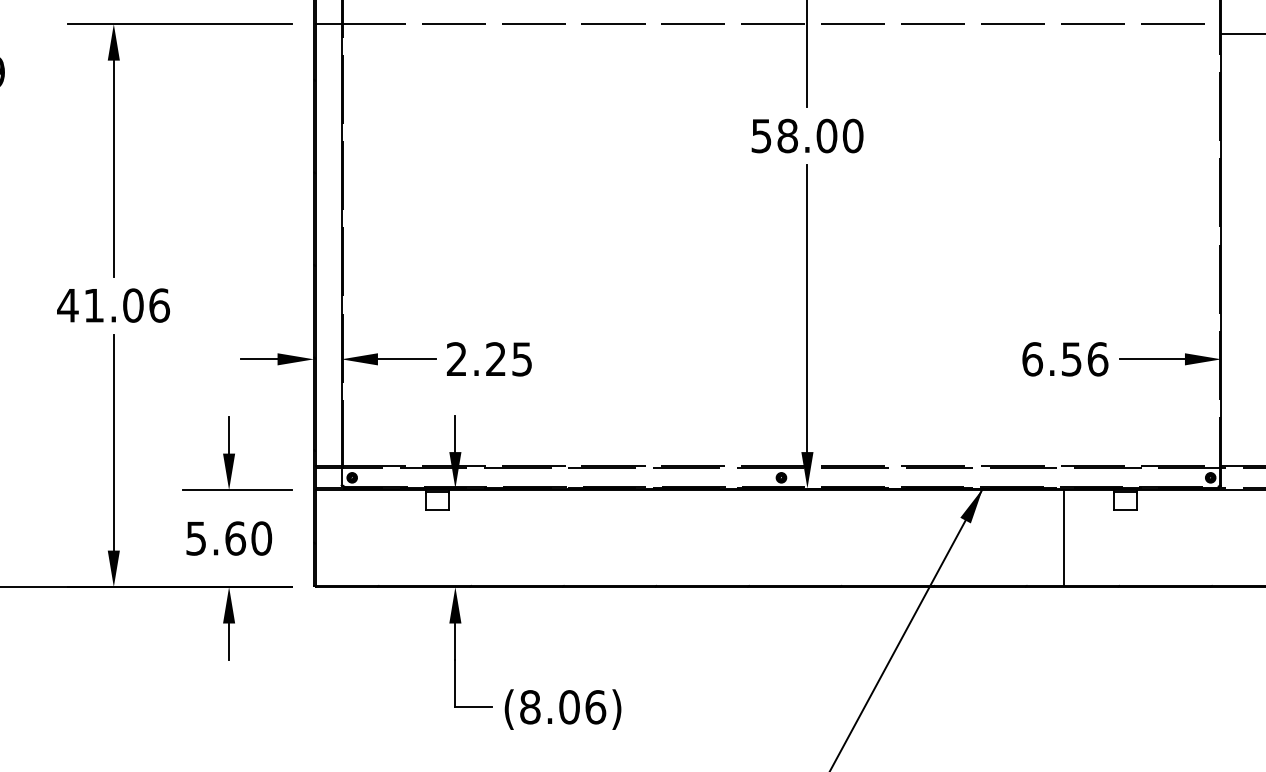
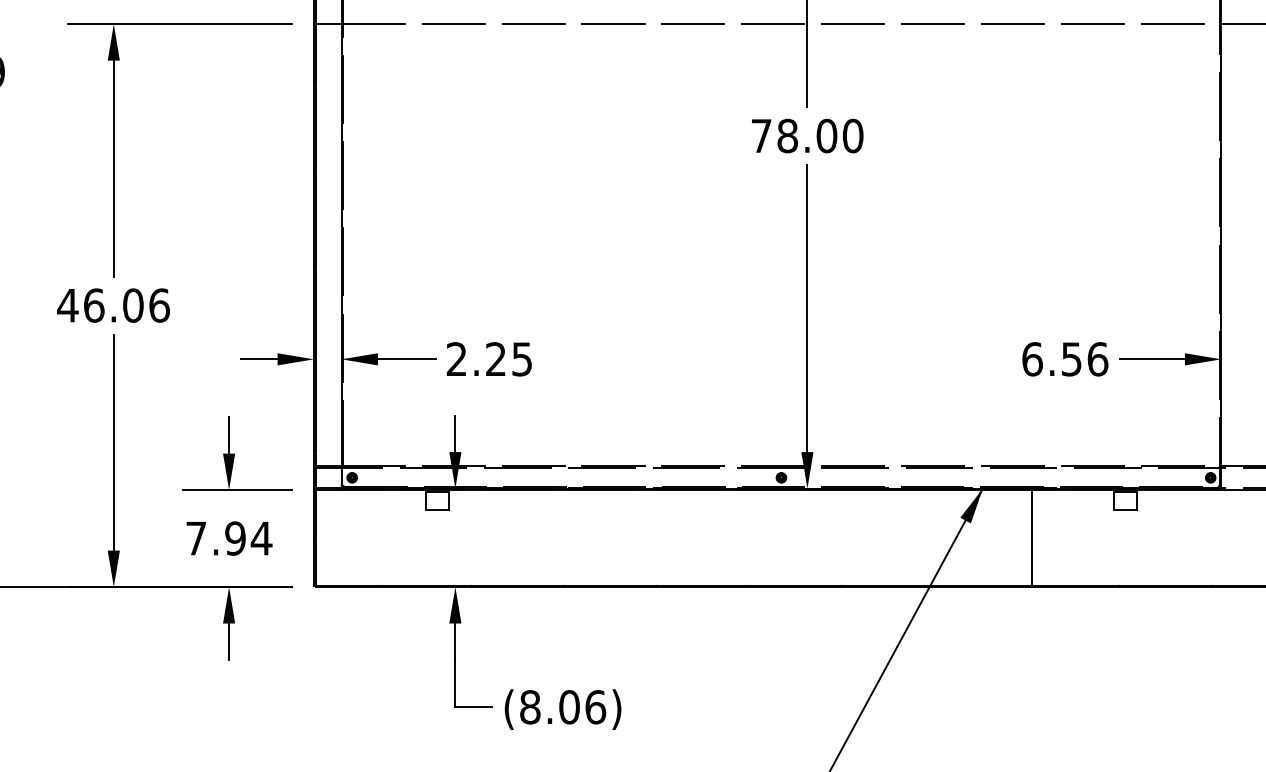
line at (1241, 34) position: (1241, 34) -> (1241, 24)
text at (761, 136): 58.00 -> 78.00
text at (94, 305): 41.06 -> 46.06
line at (1063, 537) position: (1063, 537) -> (1031, 537)
text at (229, 538): 5.60 -> 7.94
